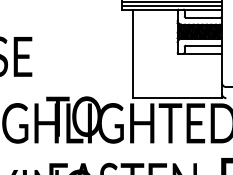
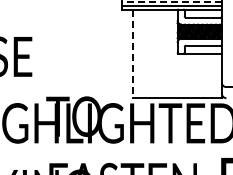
line at (172, 1): solid -> dashed
line at (133, 54): solid -> dashed
